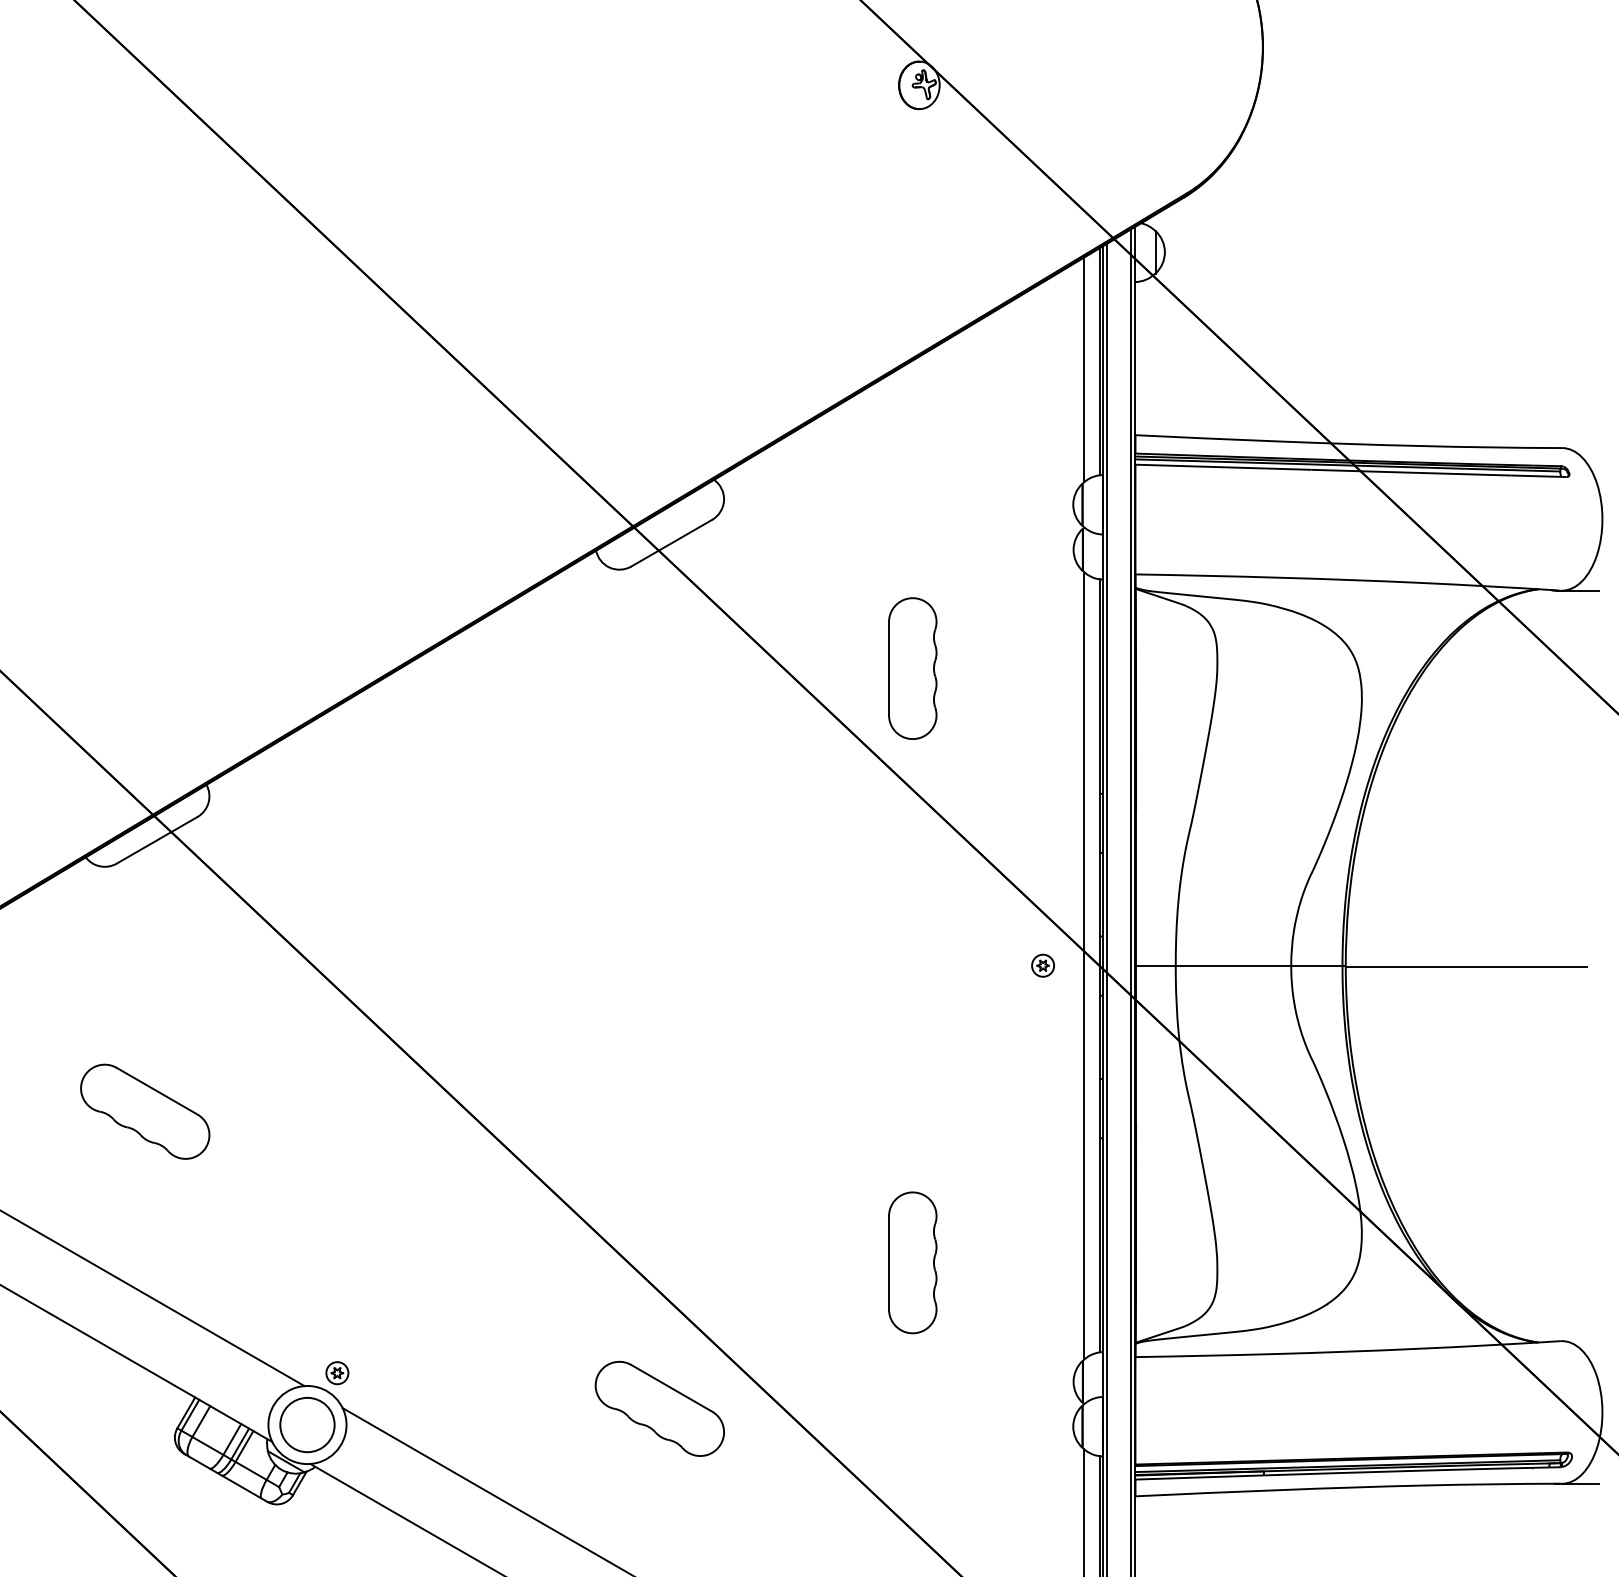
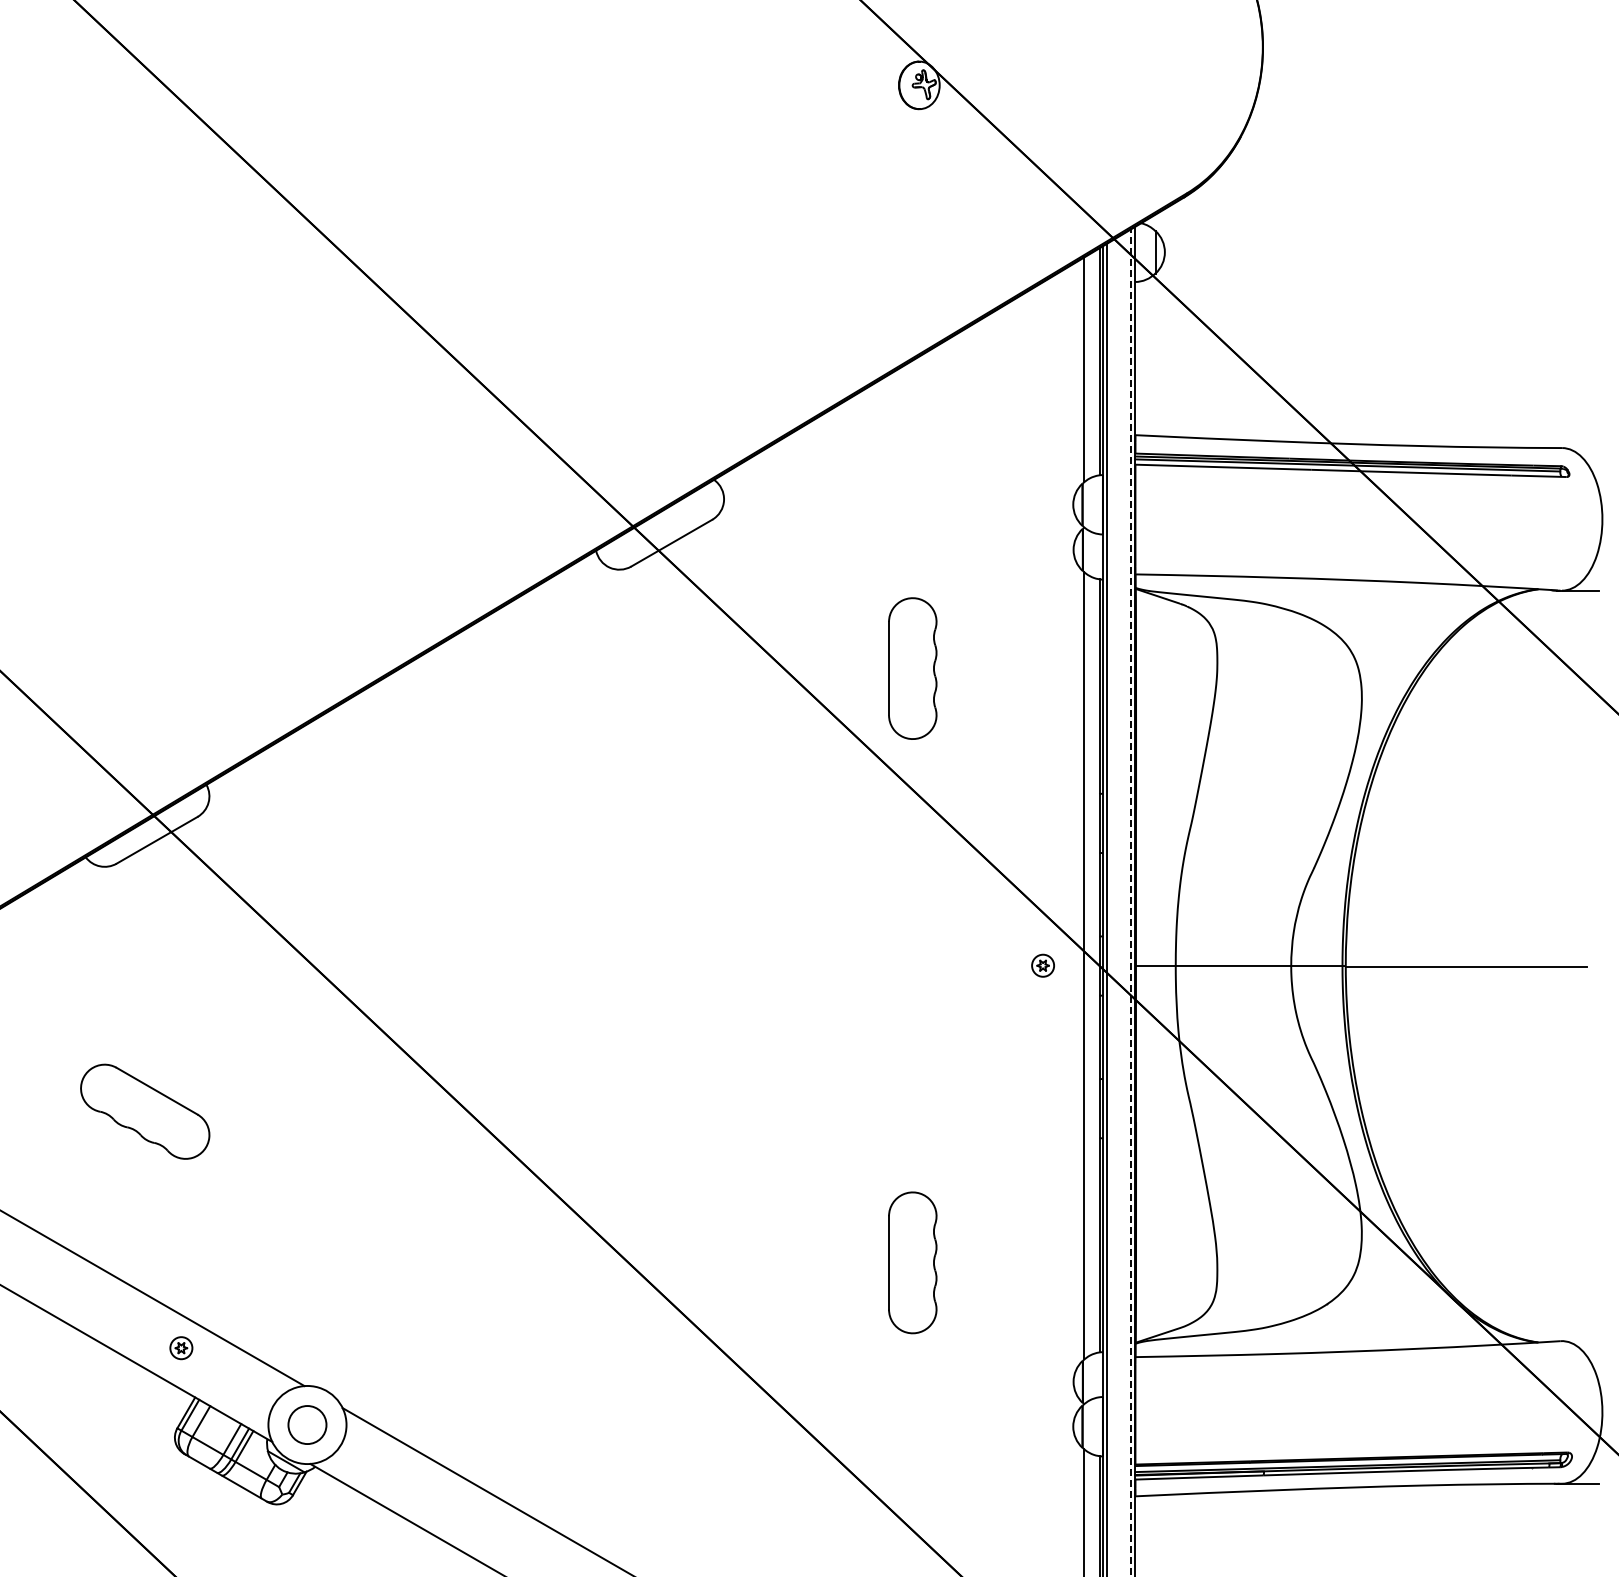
line at (1130, 902): solid -> dashed
part at (337, 1373) position: (337, 1373) -> (181, 1348)
part at (659, 1408): present -> none
circle at (307, 1424) diameter: 54 px -> 38 px
